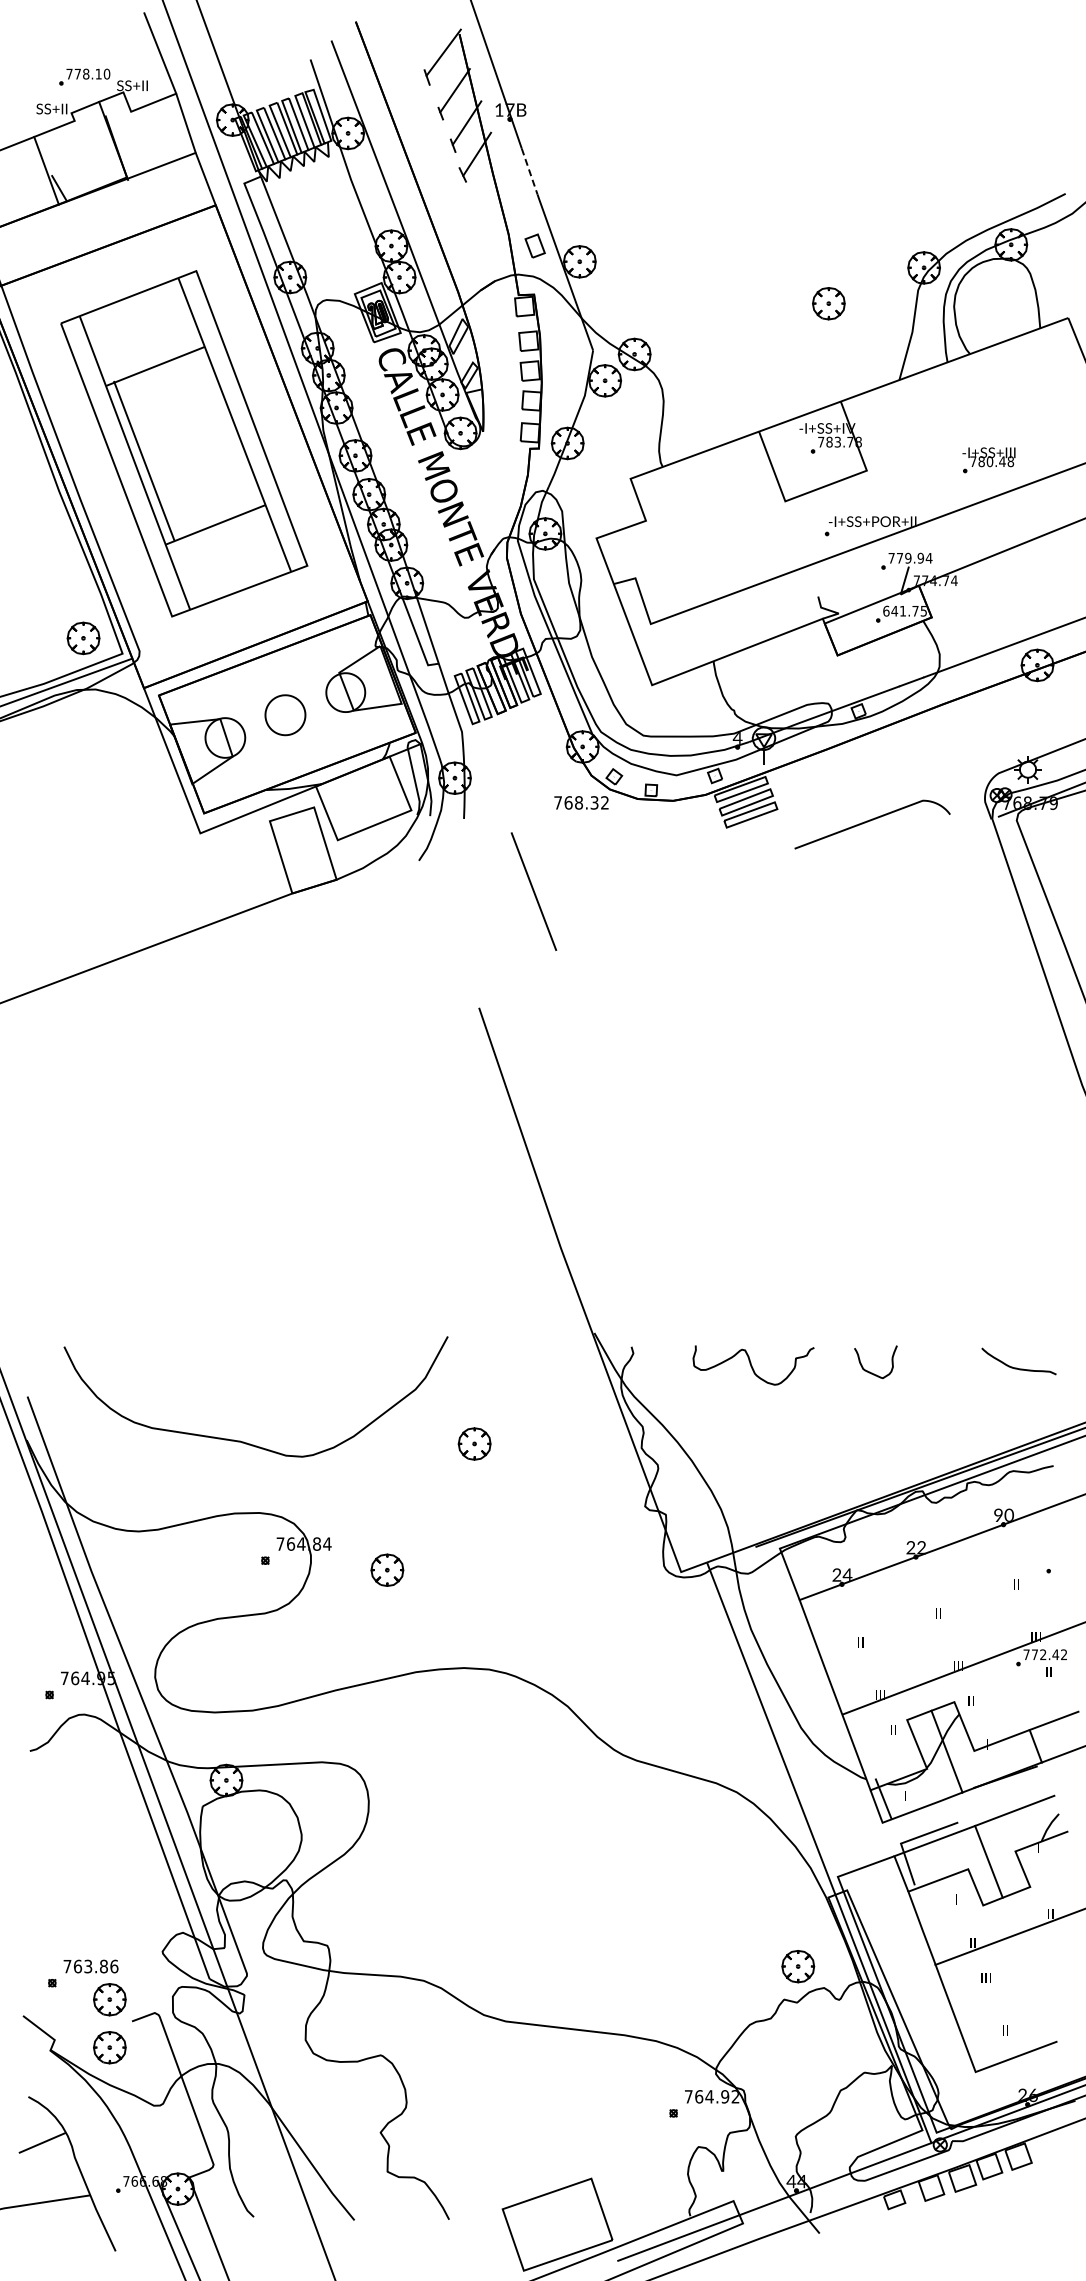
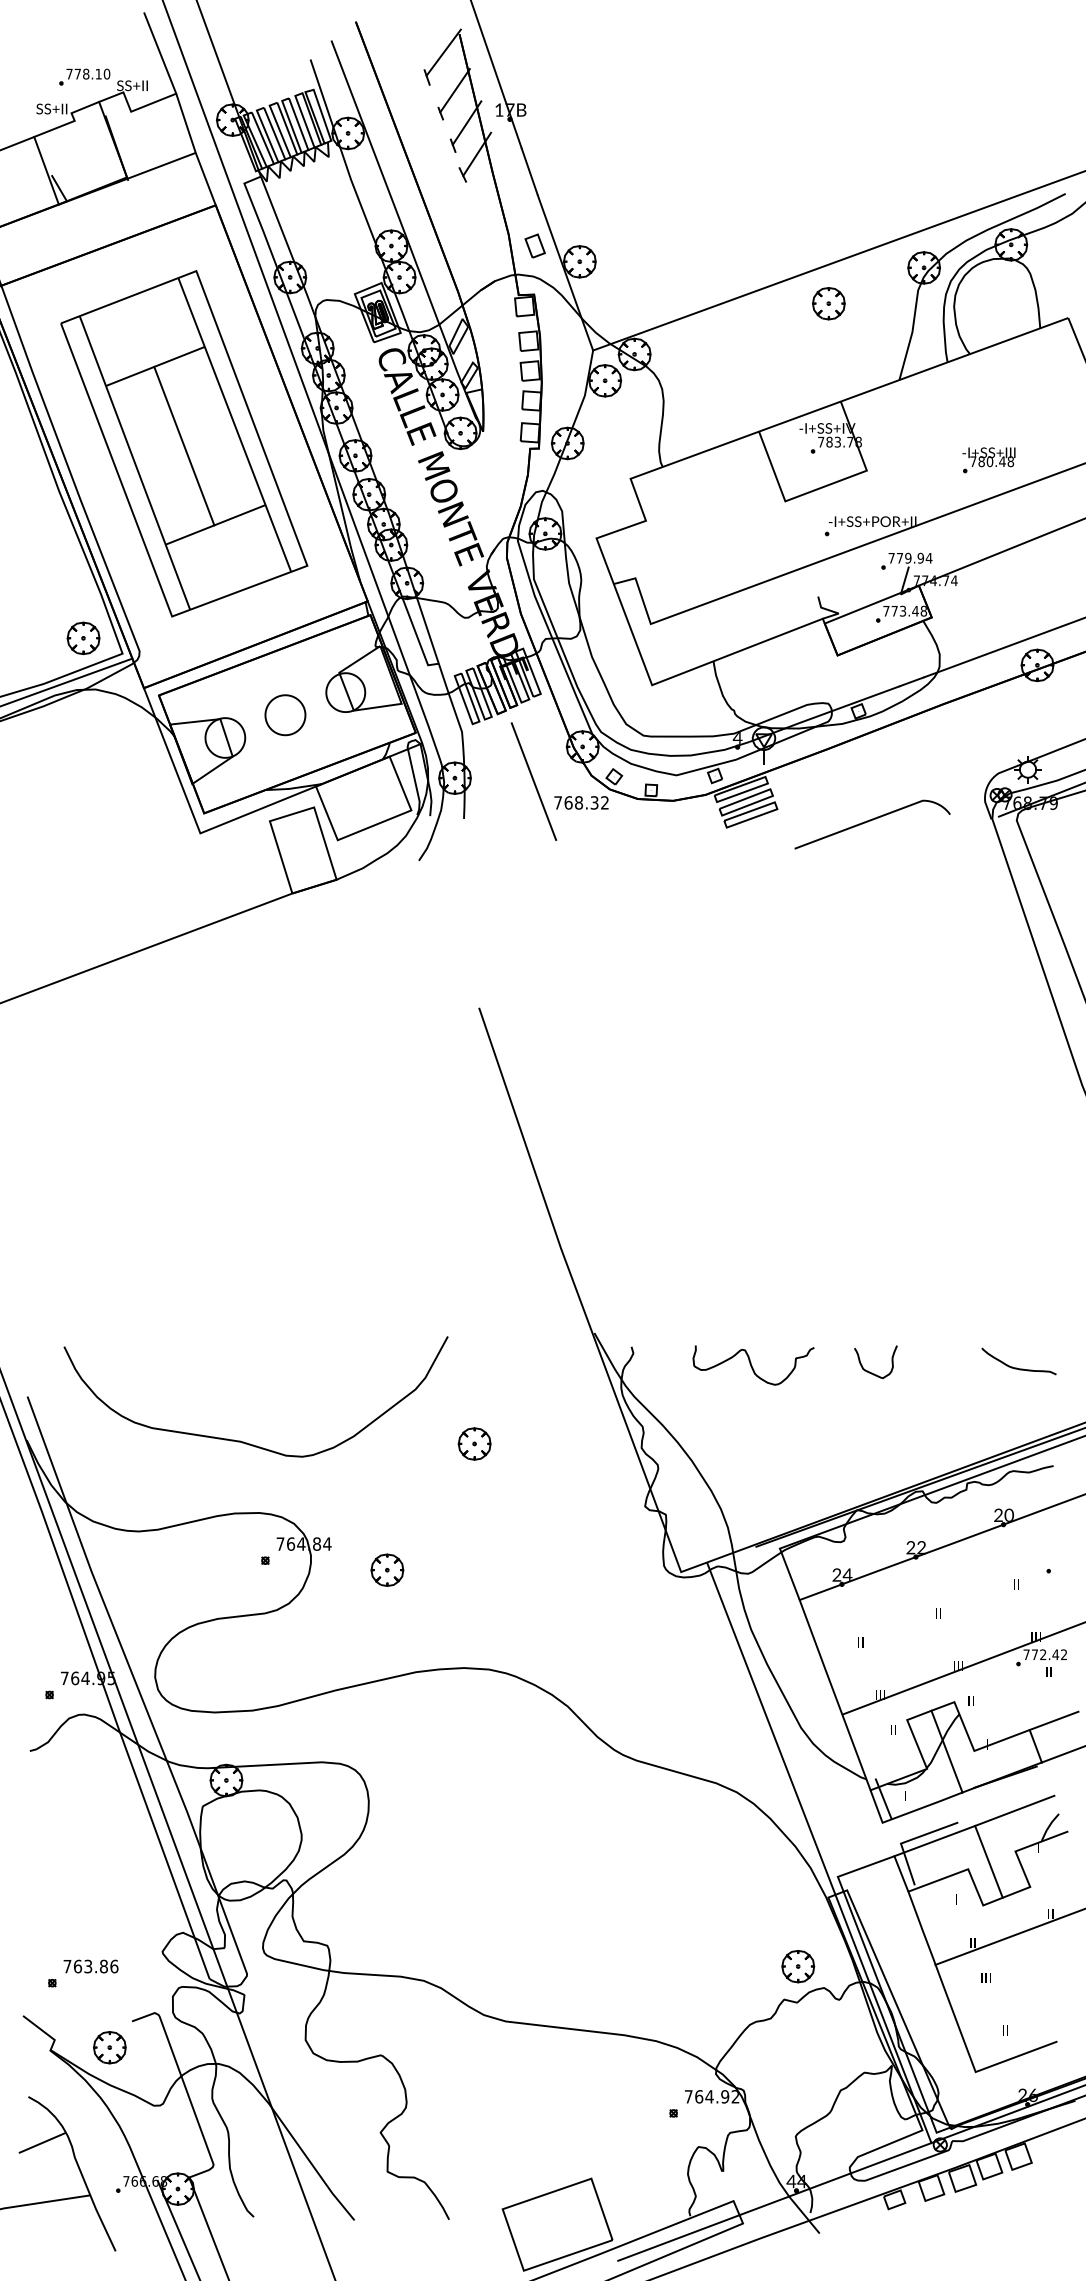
line at (529, 172): dashed -> solid
line at (837, 261): none -> present
line at (144, 460) position: (144, 460) -> (184, 445)
text at (905, 610): 641.75 -> 773.48
line at (533, 891) position: (533, 891) -> (533, 781)
text at (998, 1515): 90 -> 20
part at (109, 1999): present -> none
